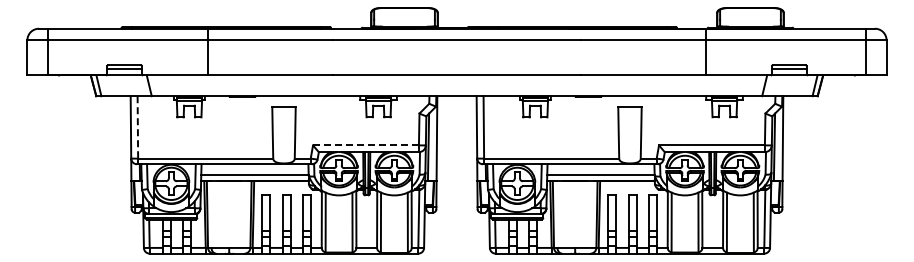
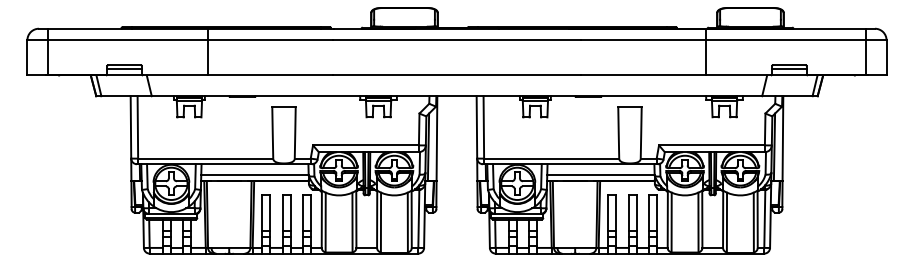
line at (137, 127): dashed -> solid
line at (366, 145): dashed -> solid
